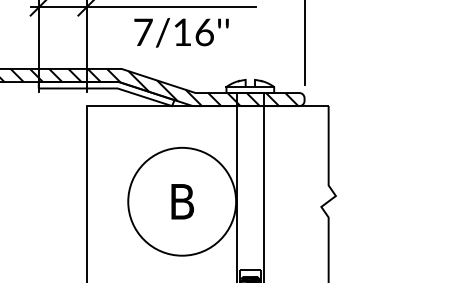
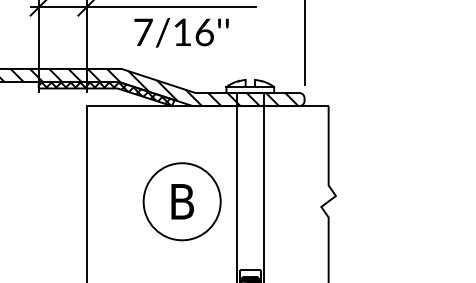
hatch at (104, 93): none -> present
circle at (182, 201) diameter: 108 px -> 77 px
